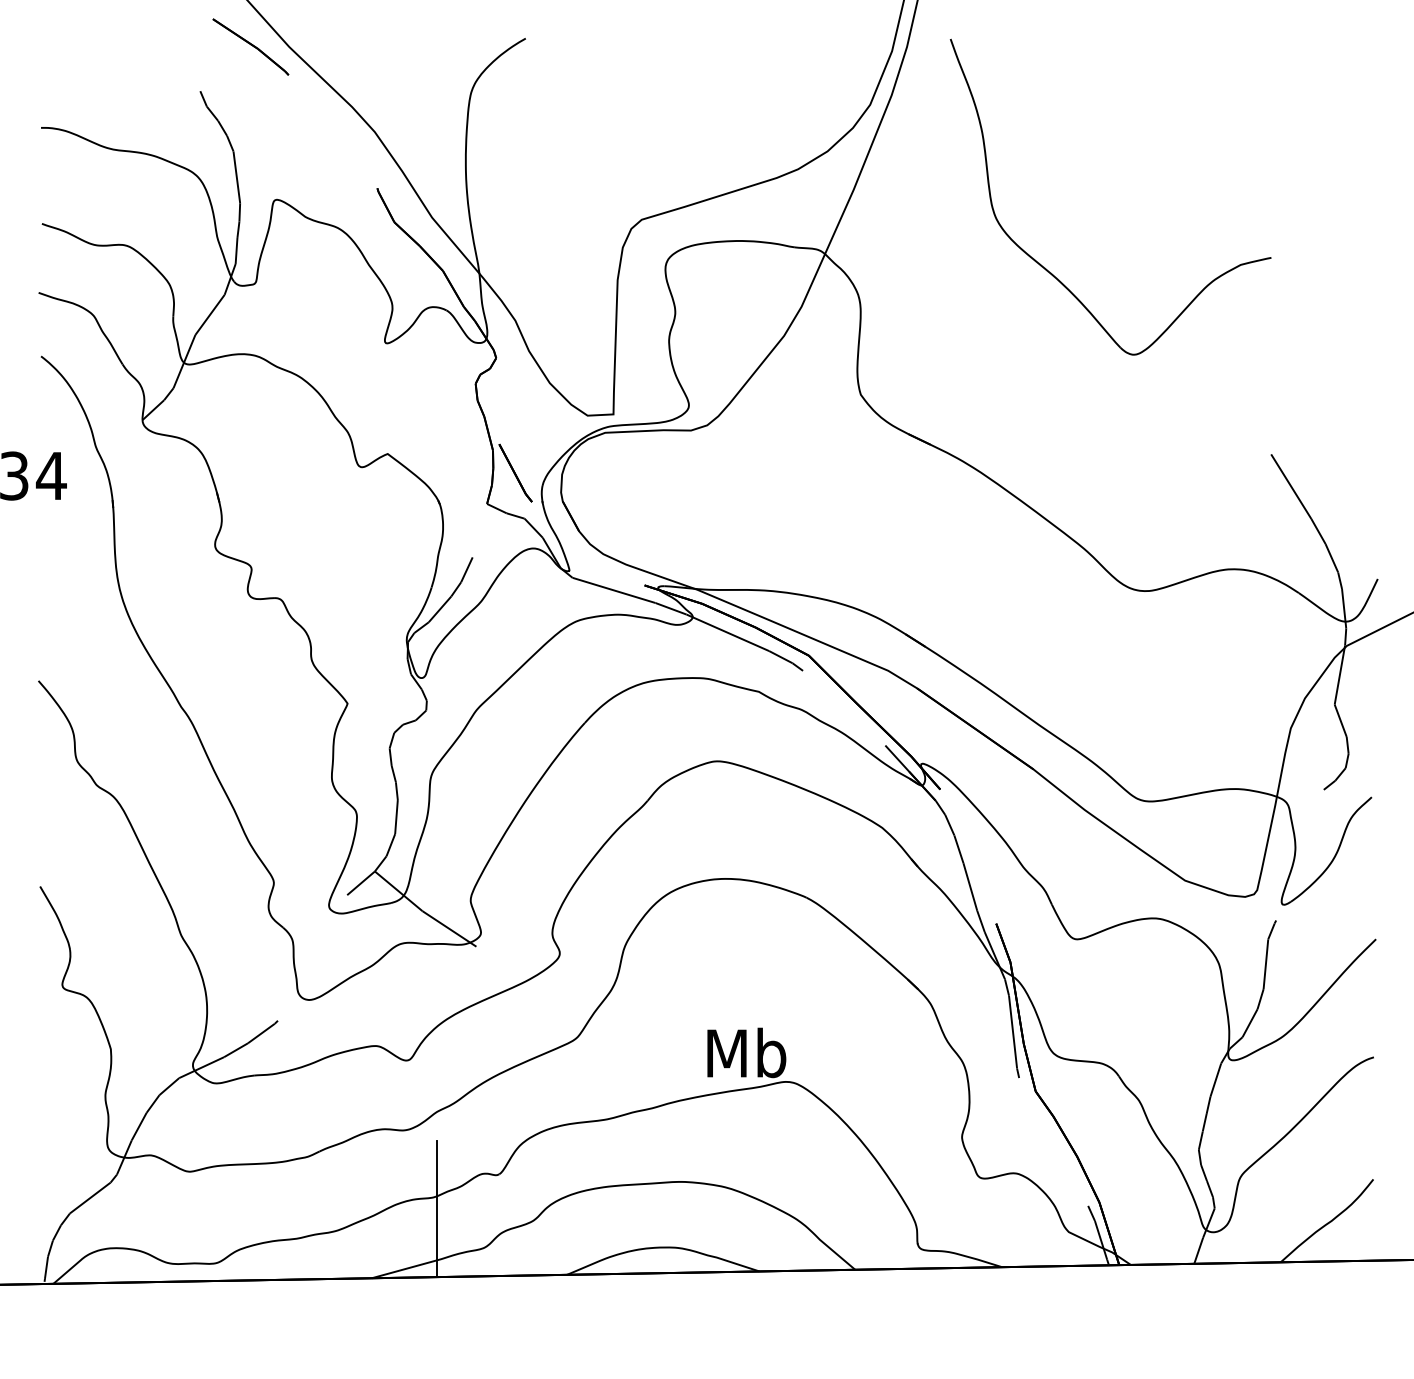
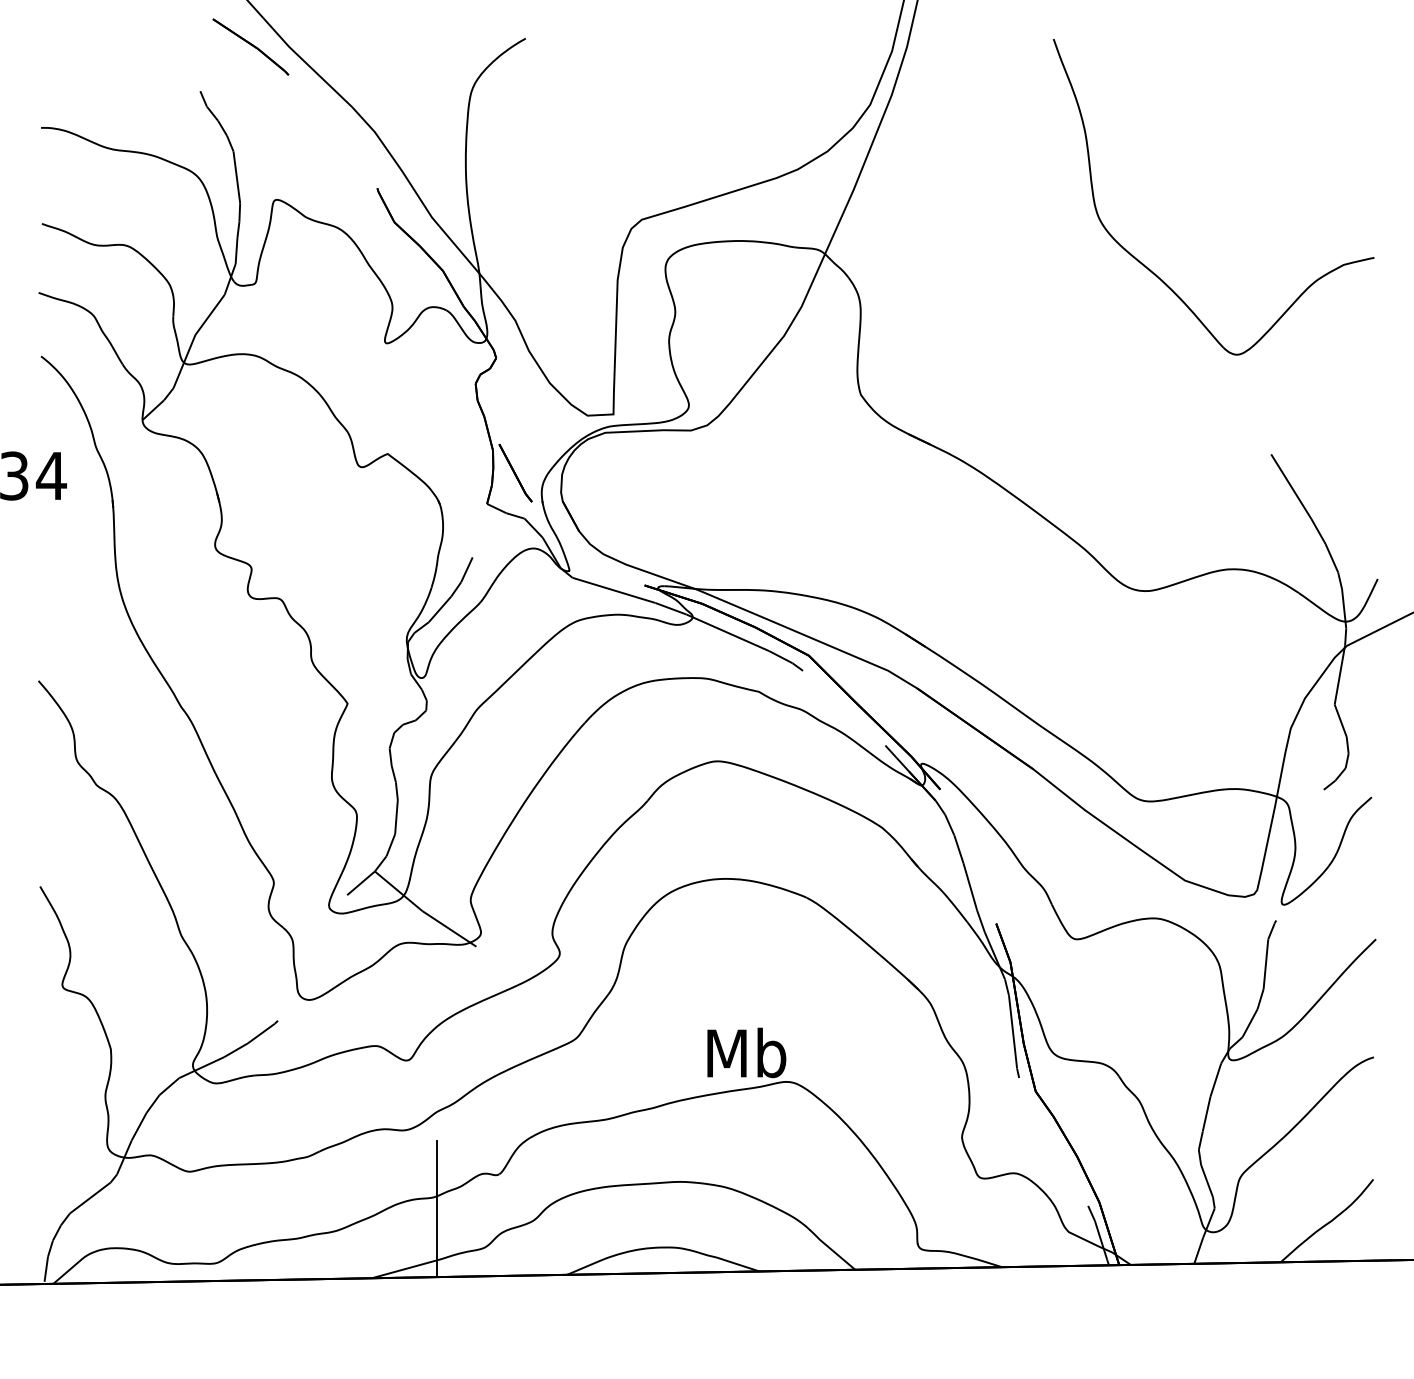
part at (1051, 272) position: (1051, 272) -> (1154, 272)
